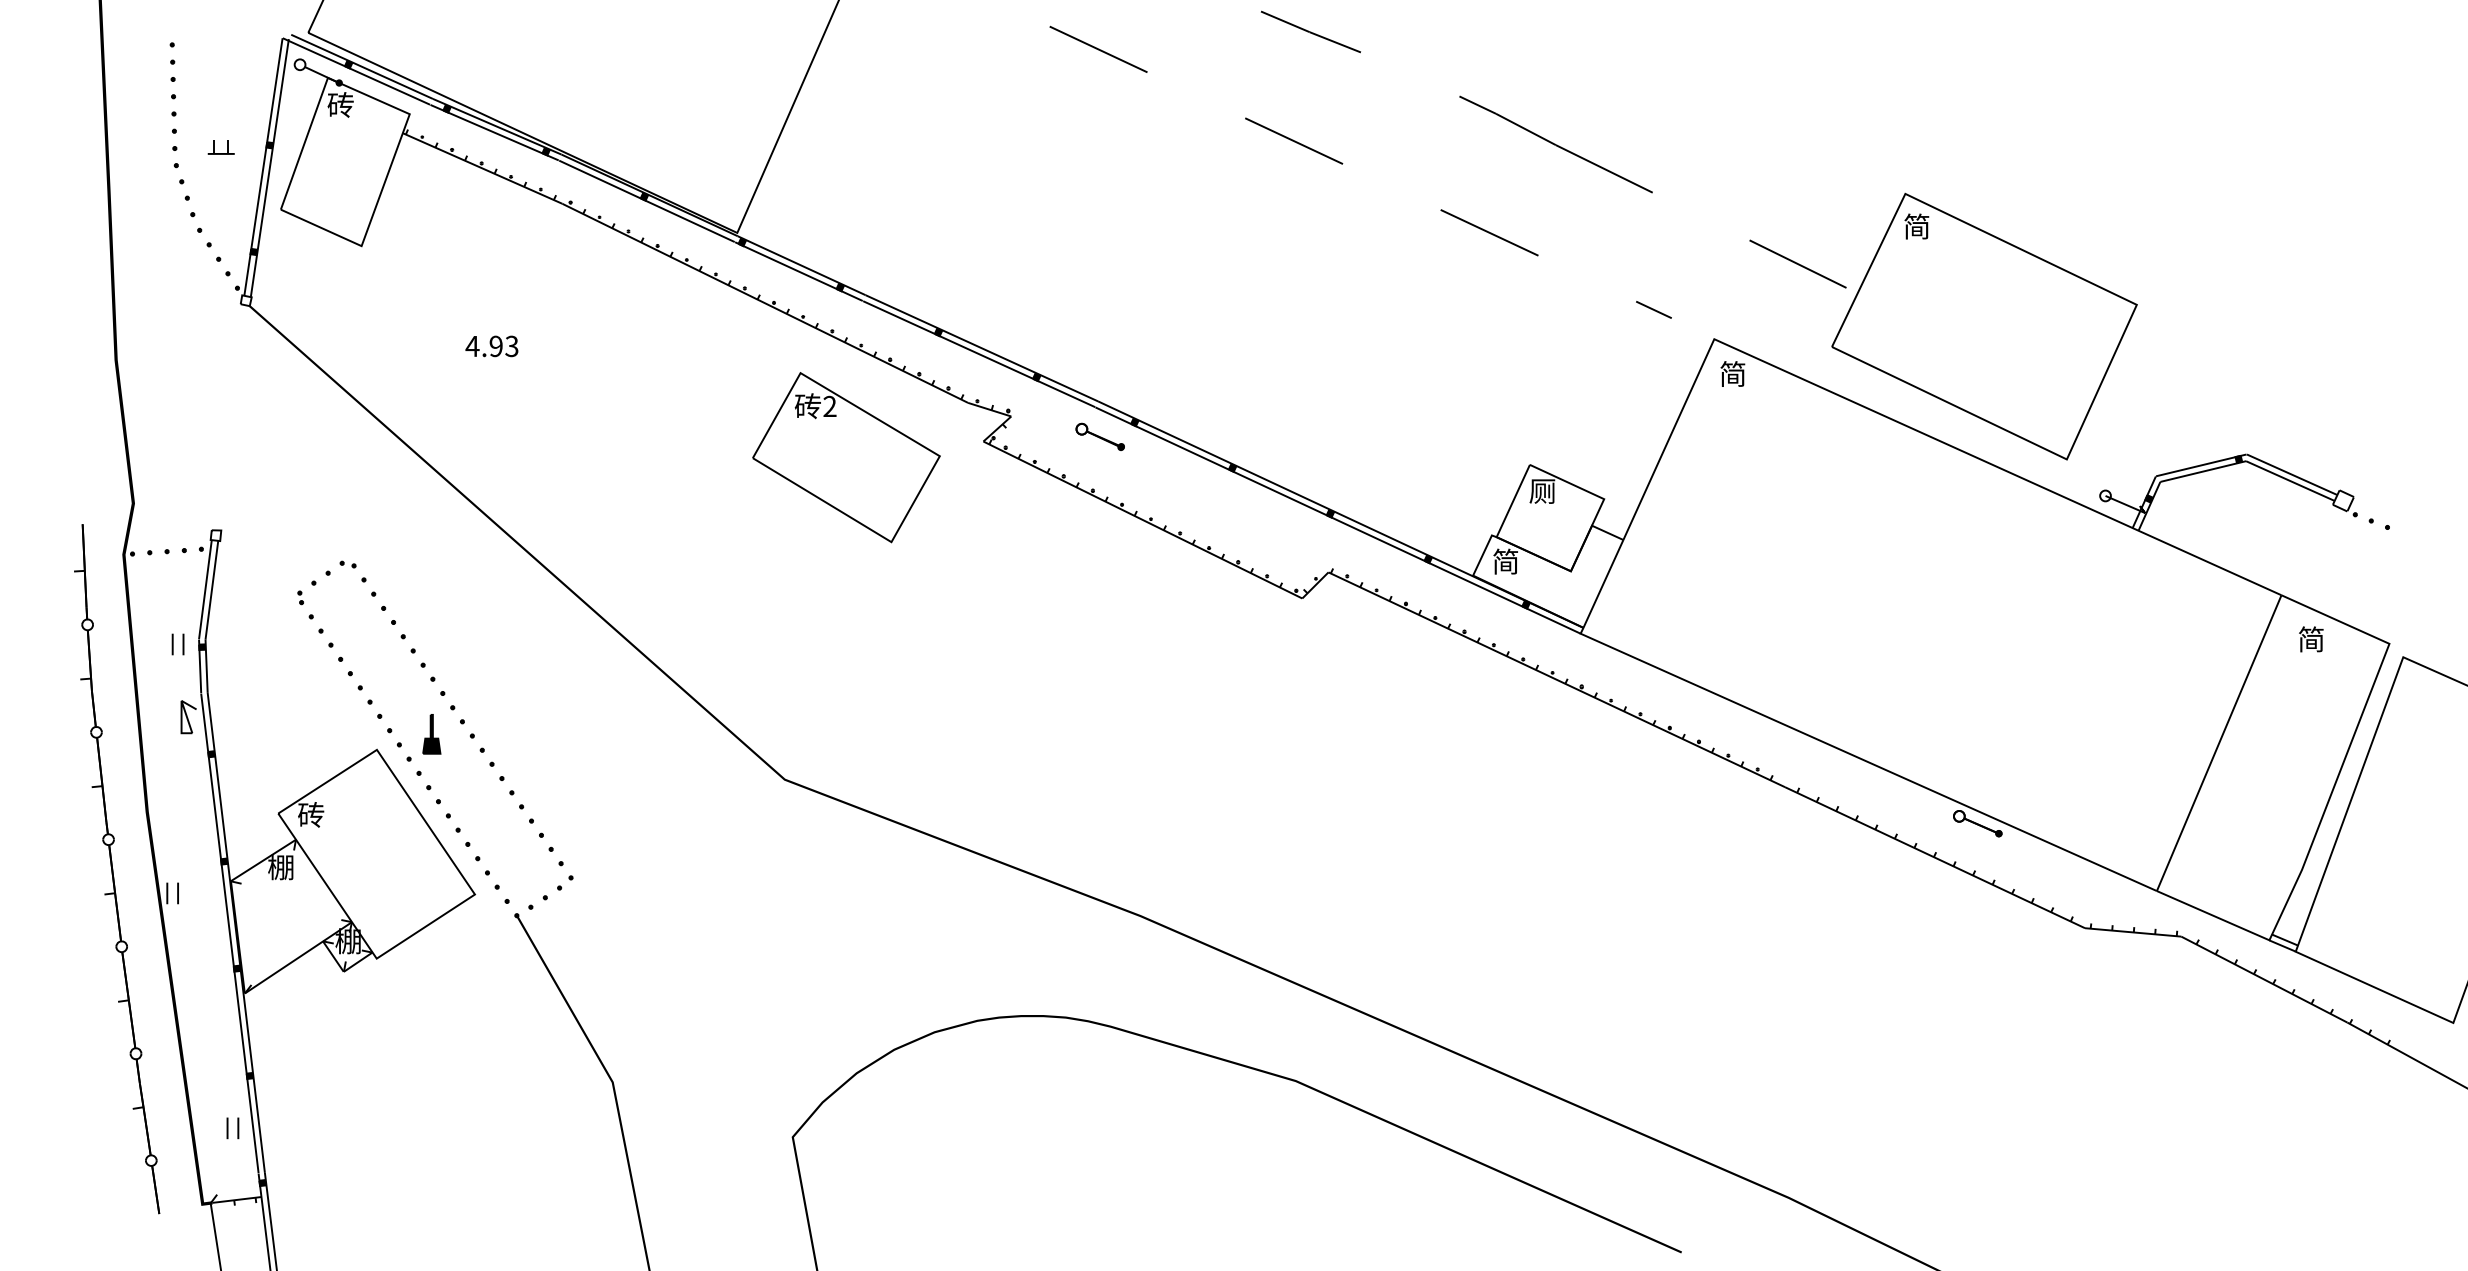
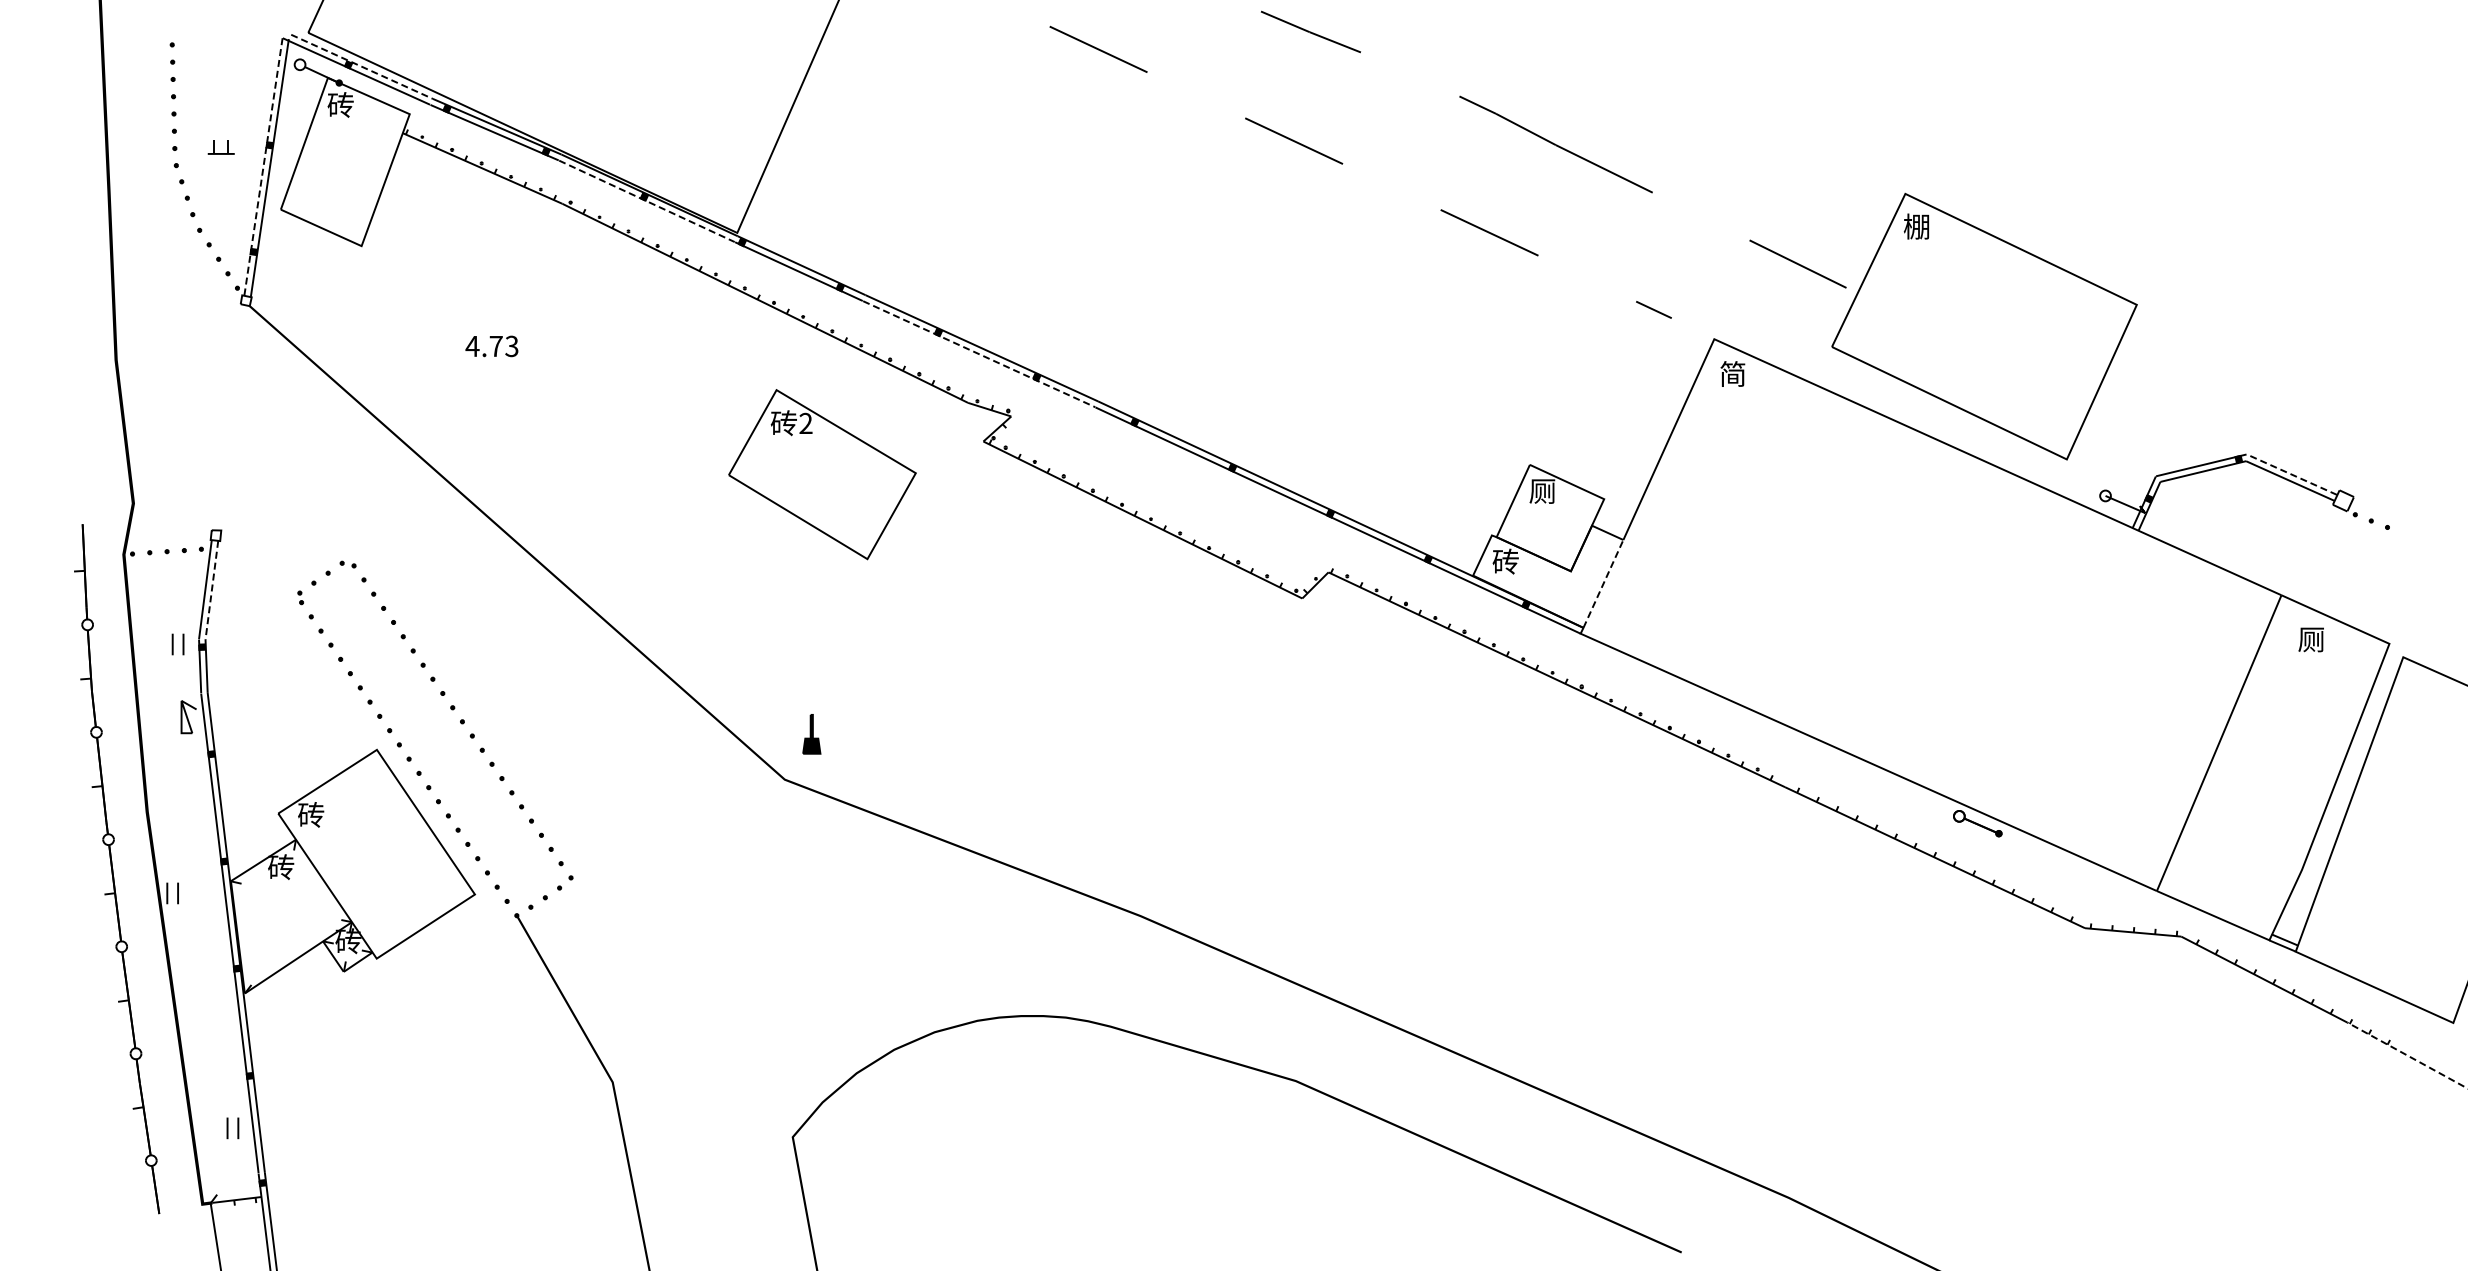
line at (362, 66): solid -> dashed
line at (263, 167): solid -> dashed
line at (646, 201): solid -> dashed
text at (1916, 226): 简 -> 棚
text at (495, 346): 4.93 -> 4.73
line at (979, 354): solid -> dashed
part at (1099, 436): present -> none
part at (846, 457) position: (846, 457) -> (822, 474)
line at (2291, 474): solid -> dashed
text at (1505, 561): 简 -> 砖
line at (1603, 583): solid -> dashed
line at (211, 590): solid -> dashed
text at (2310, 639): 简 -> 厕
part at (431, 734) position: (431, 734) -> (811, 734)
text at (281, 867): 棚 -> 砖
text at (348, 941): 棚 -> 砖
line at (2406, 1055): solid -> dashed
